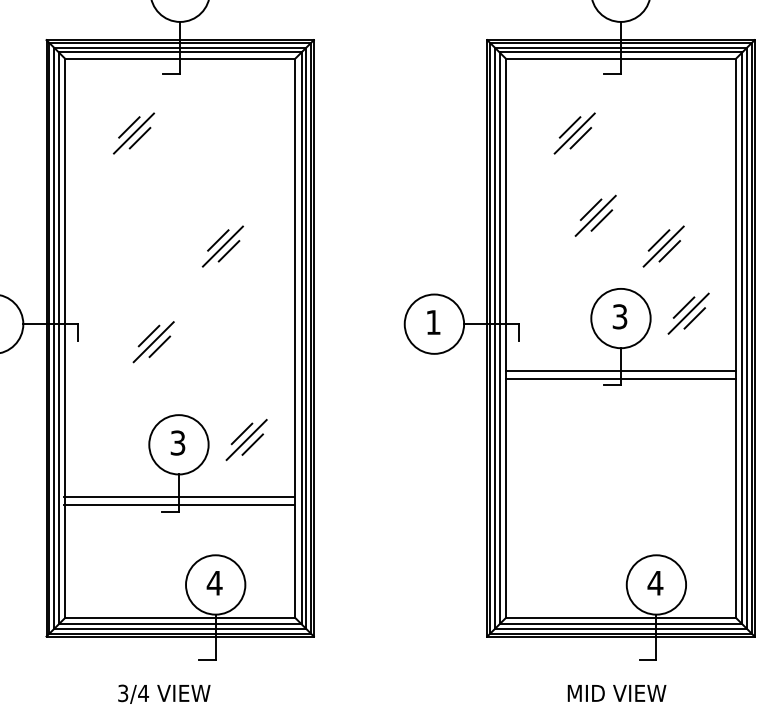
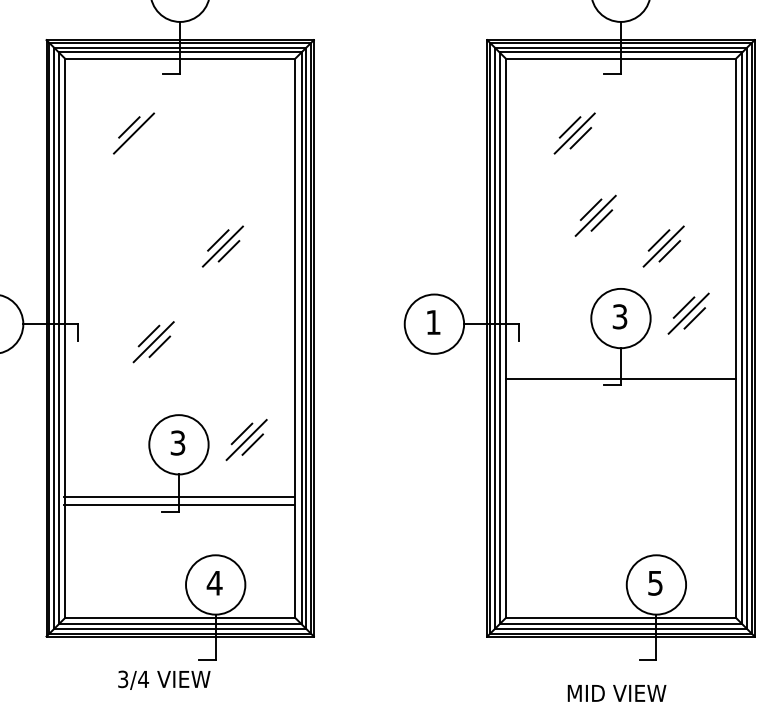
line at (139, 138): present -> none
line at (620, 371): present -> none
text at (655, 583): 4 -> 5
text at (164, 693) position: (164, 693) -> (164, 679)
